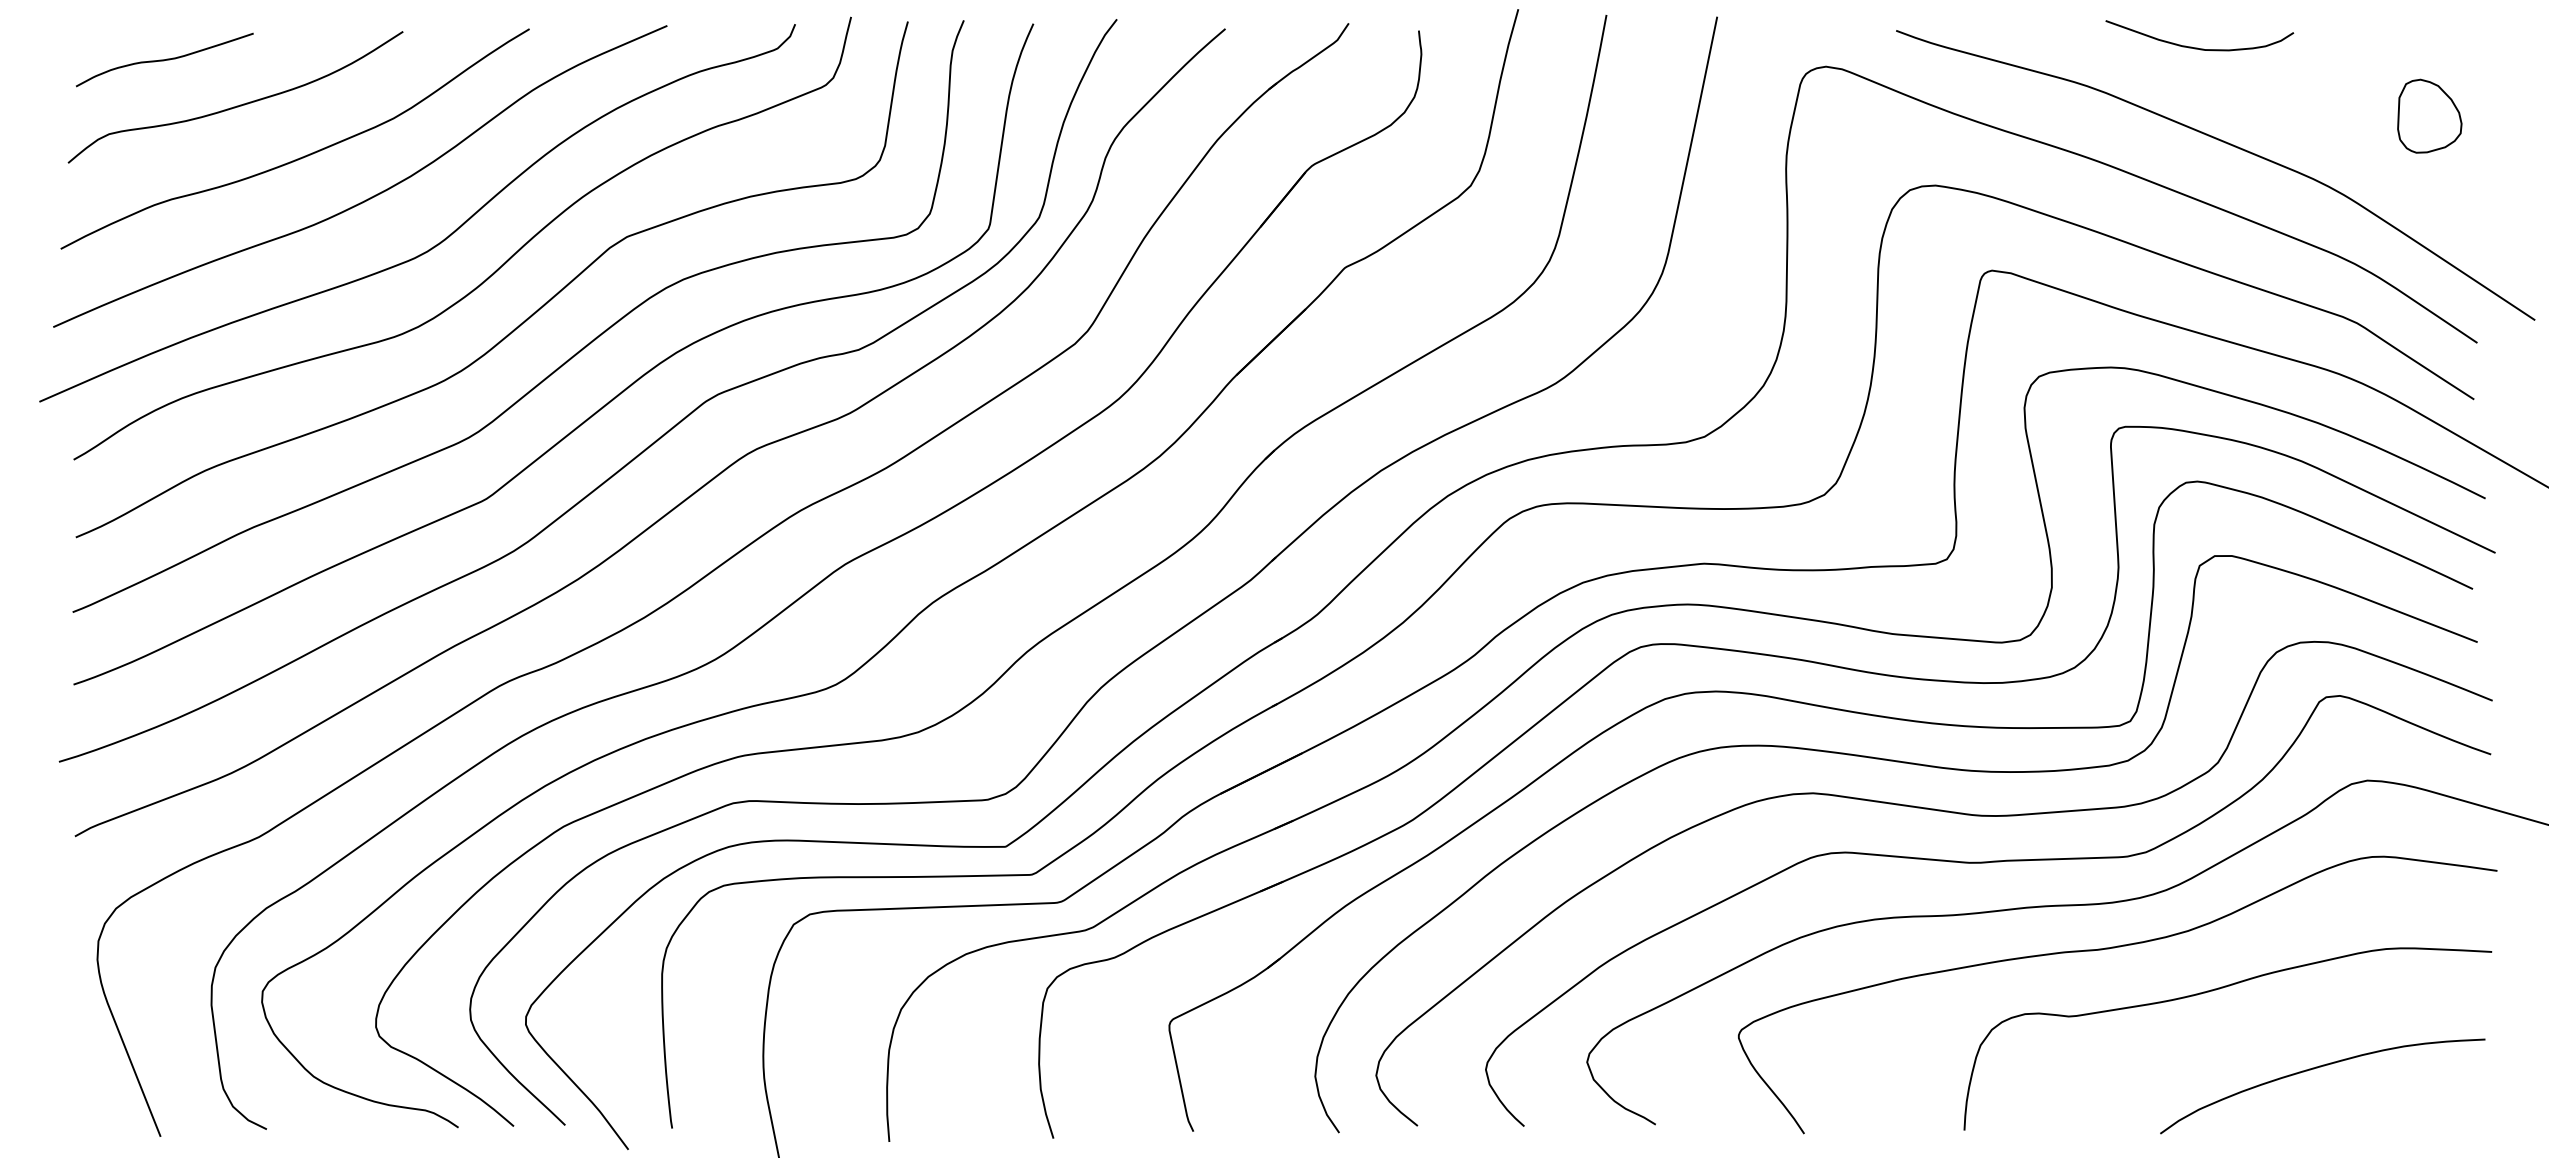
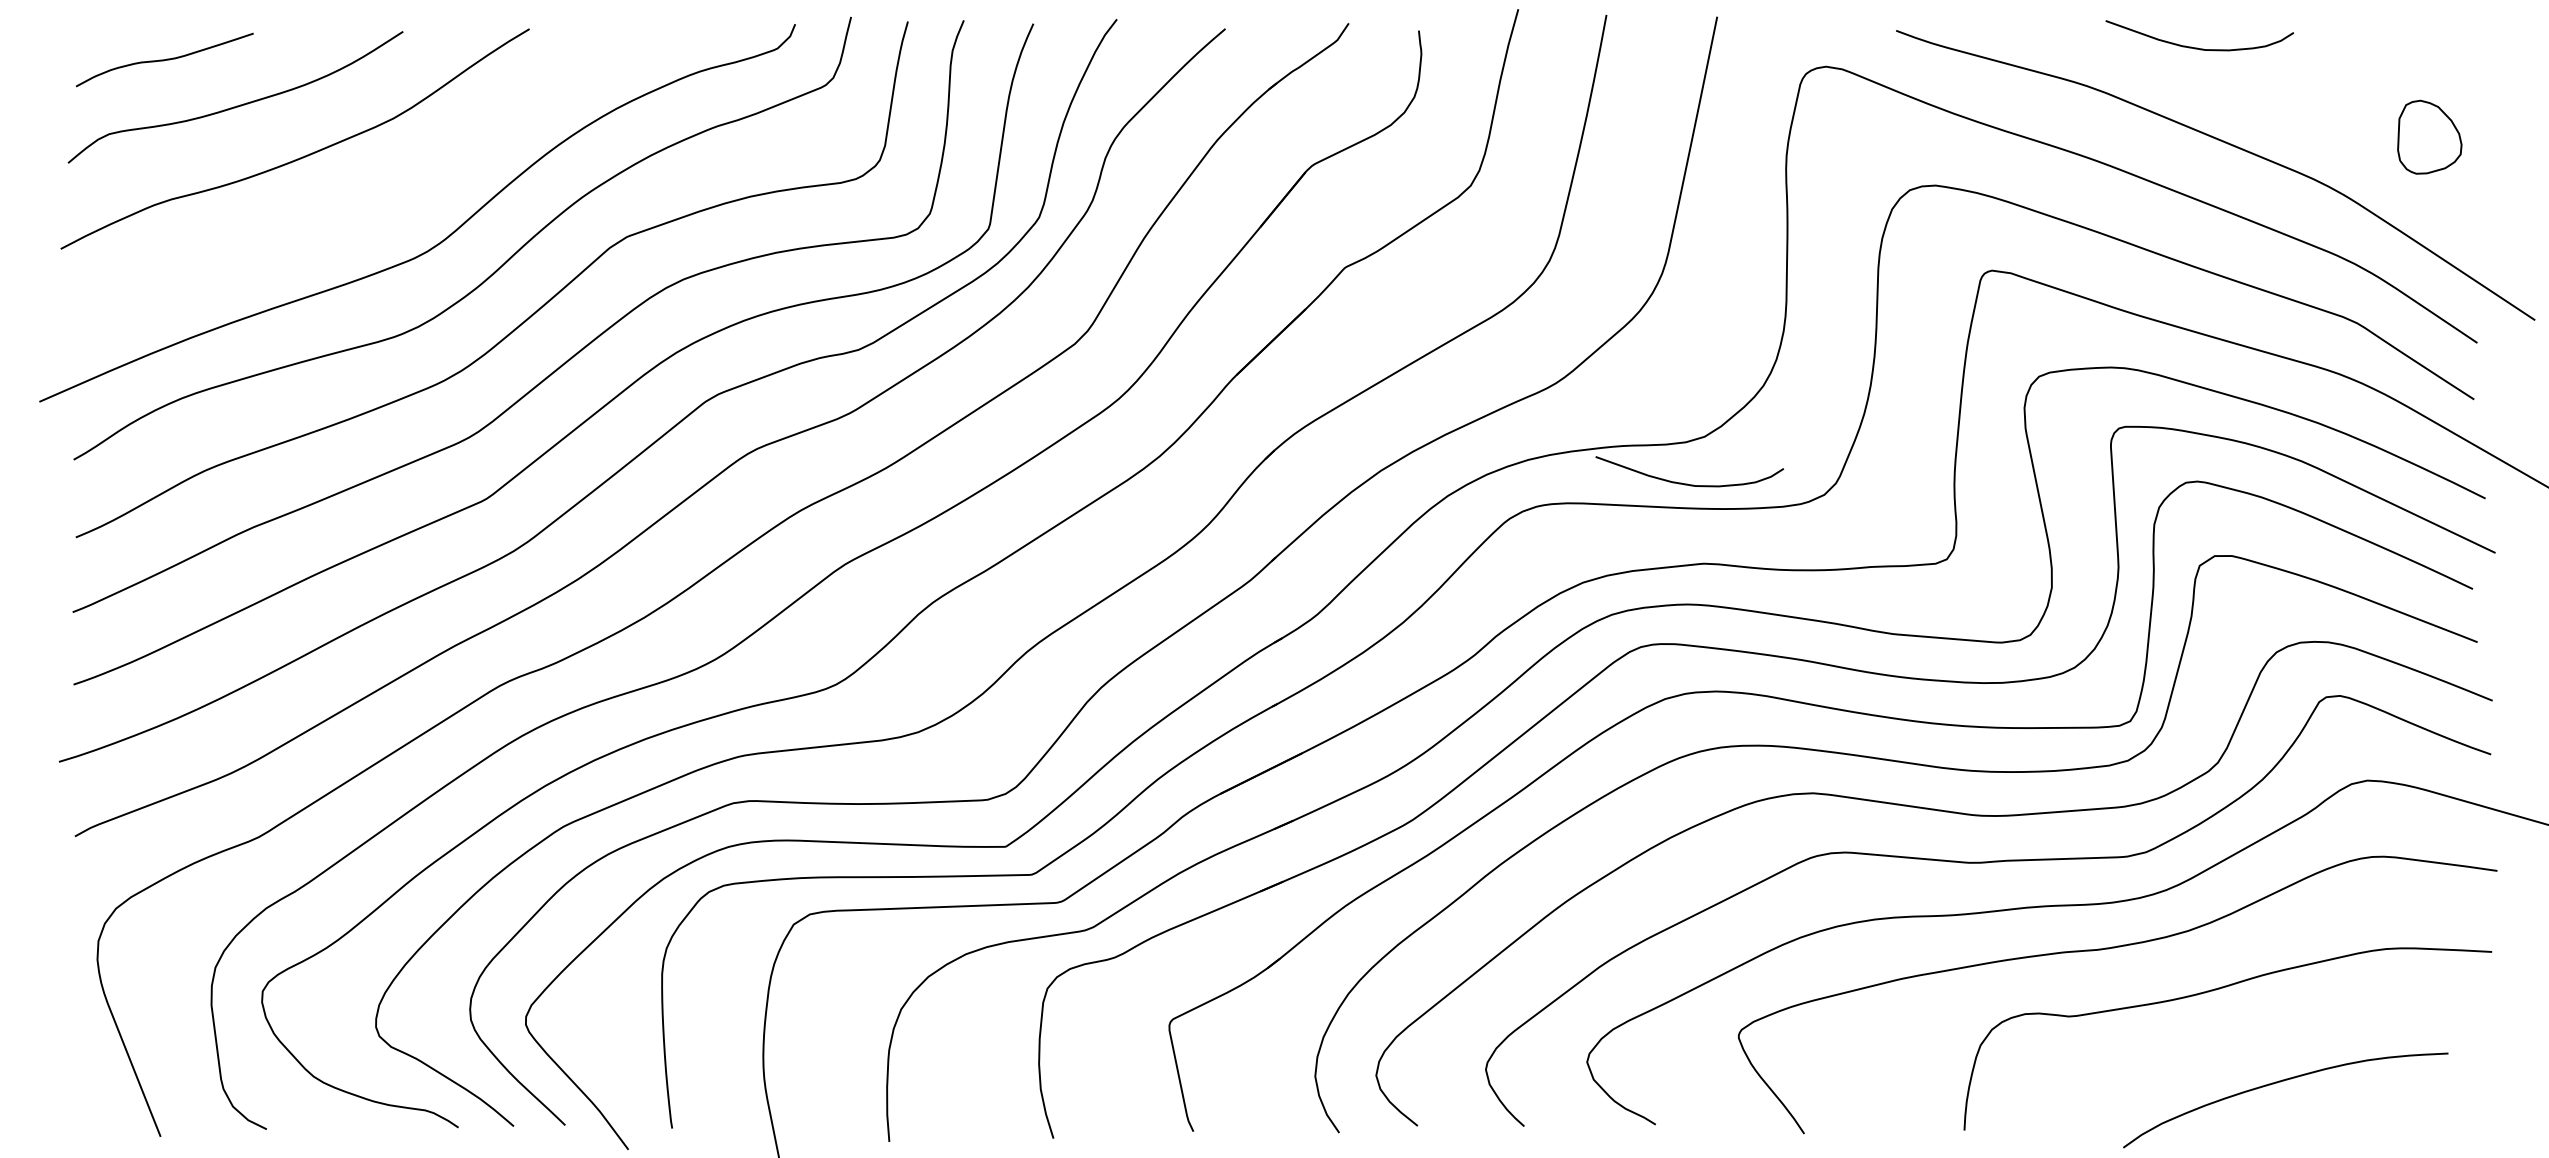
part at (2429, 115) position: (2429, 115) -> (2429, 136)
curve at (371, 196): present -> none
curve at (1687, 483): none -> present
curve at (2317, 1068) position: (2317, 1068) -> (2280, 1082)
